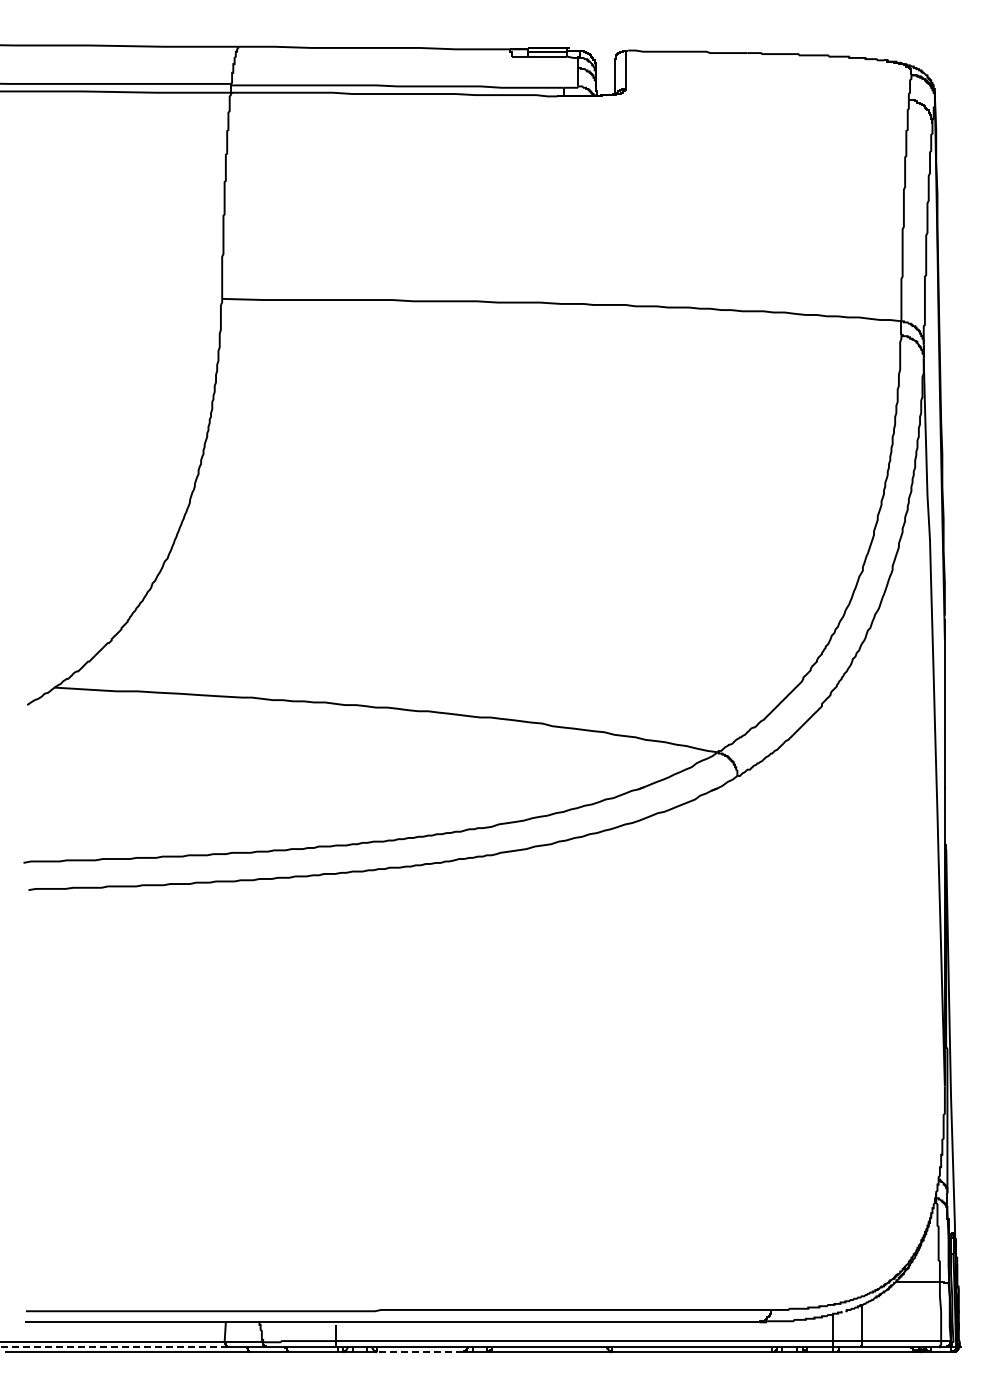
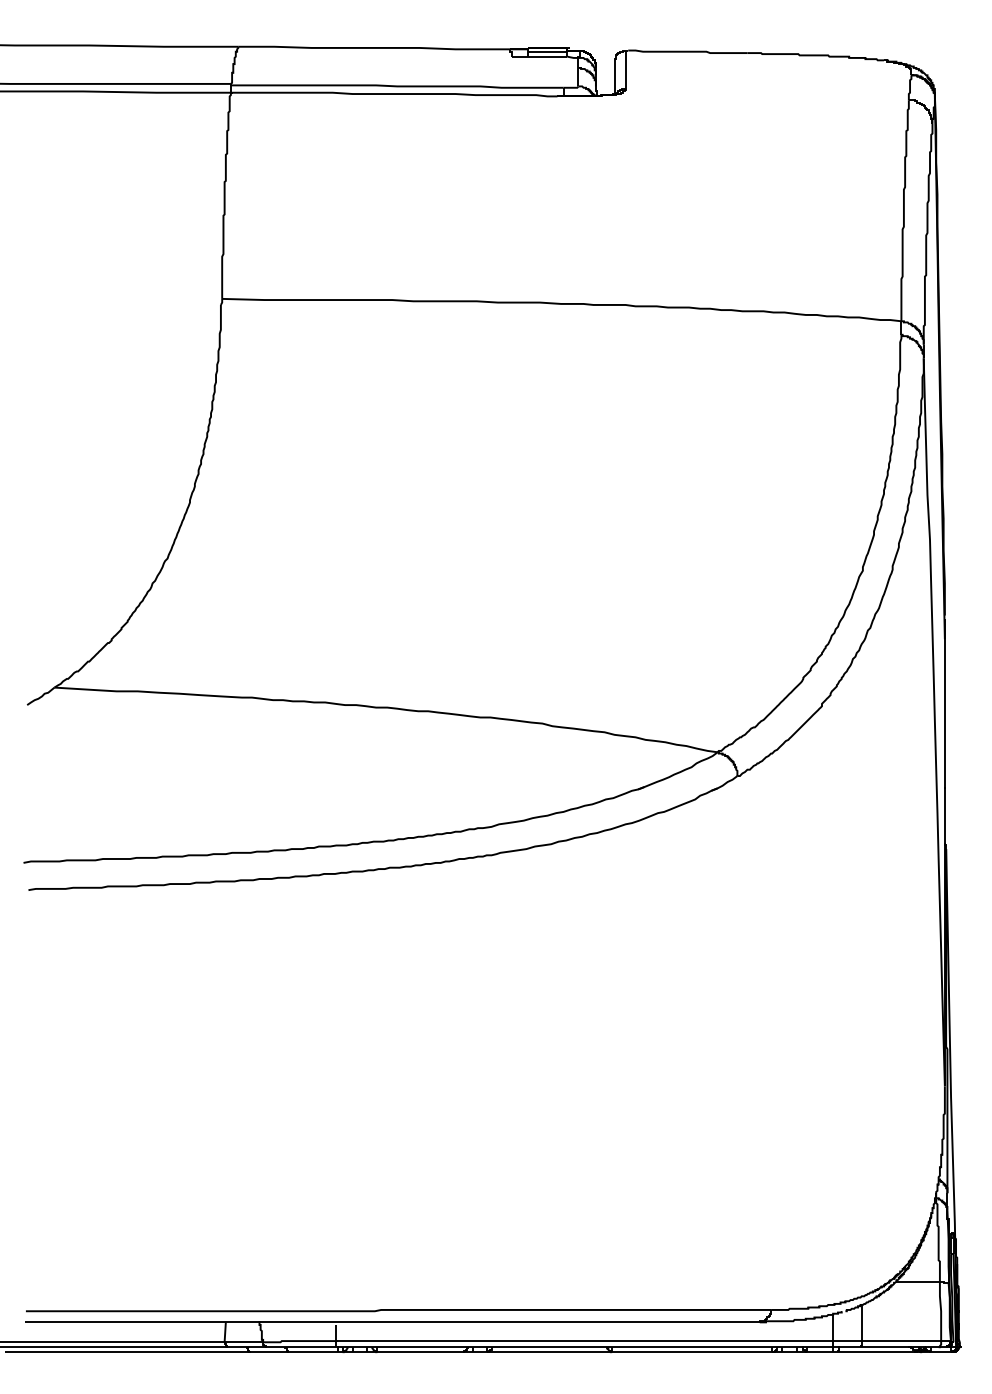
line at (114, 1347): dashed -> solid
line at (420, 1352): dashed -> solid
